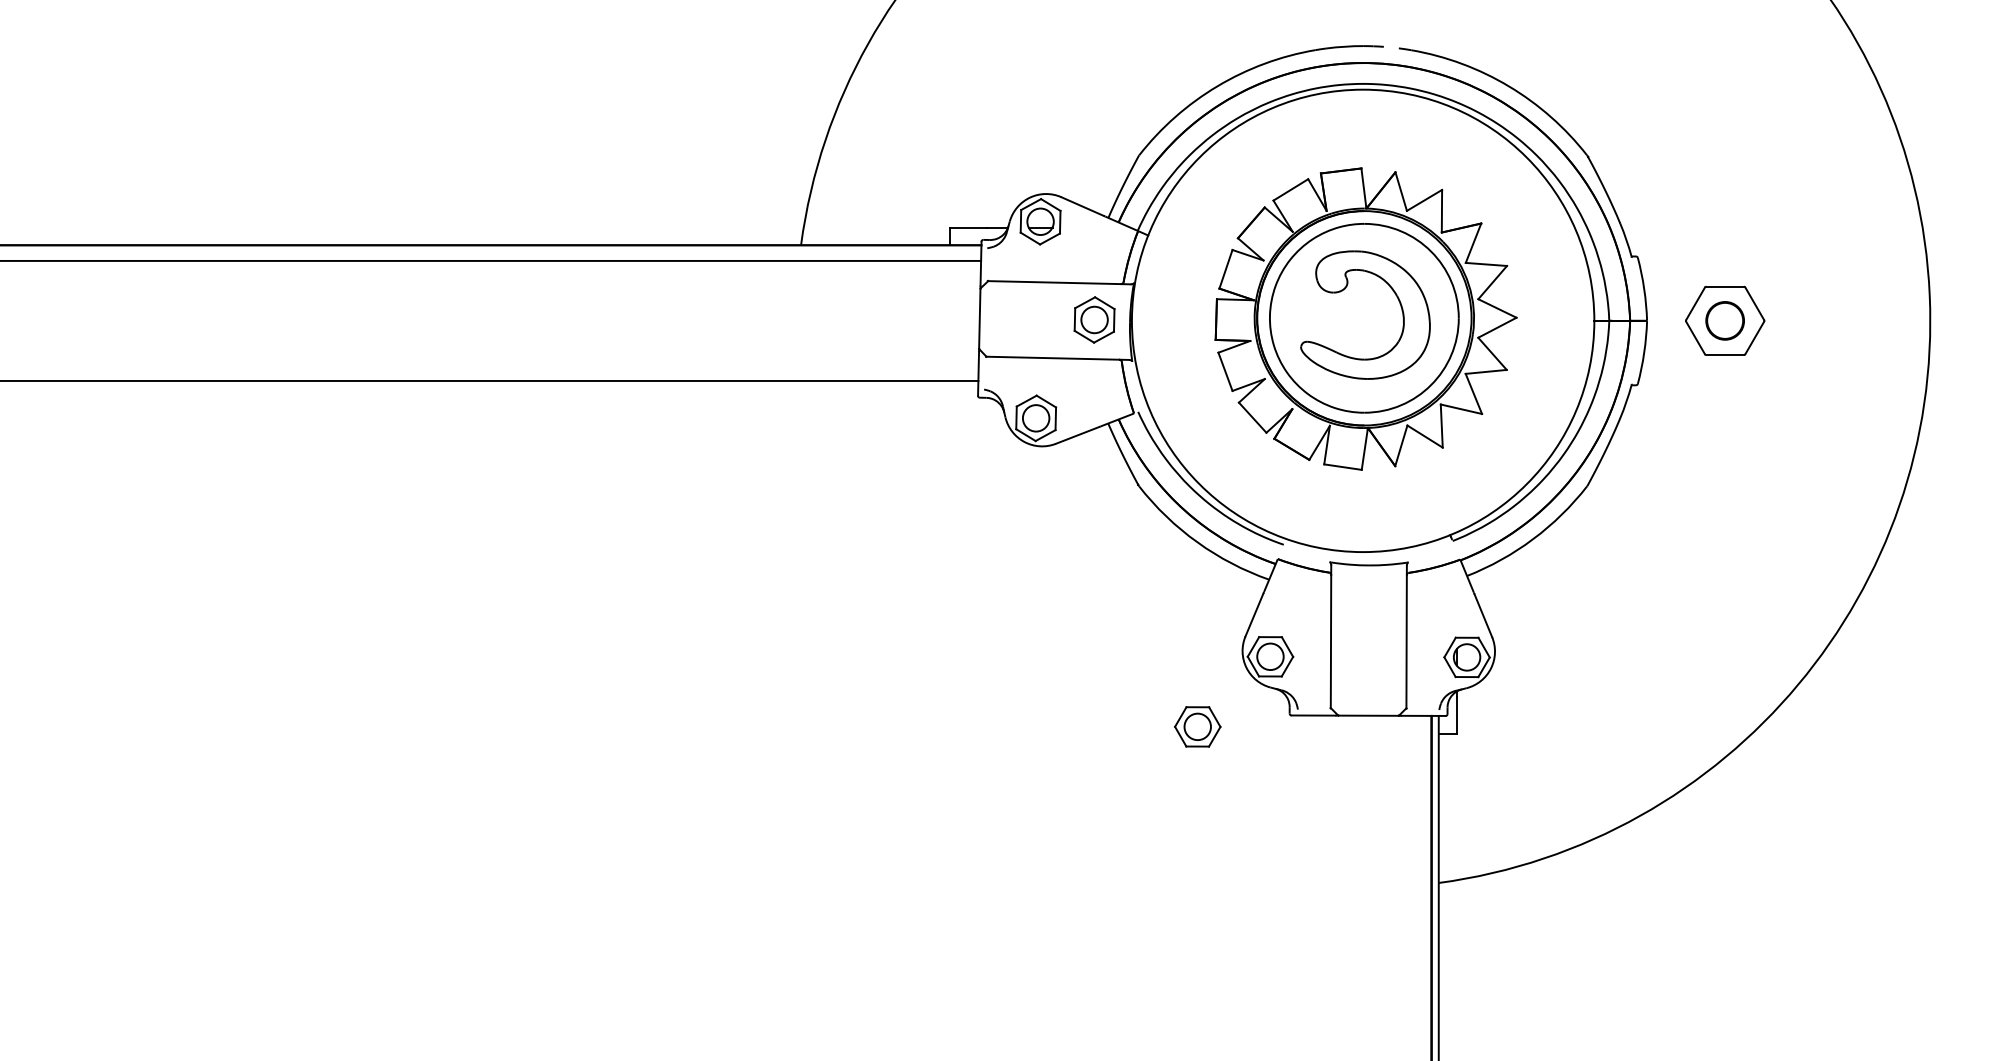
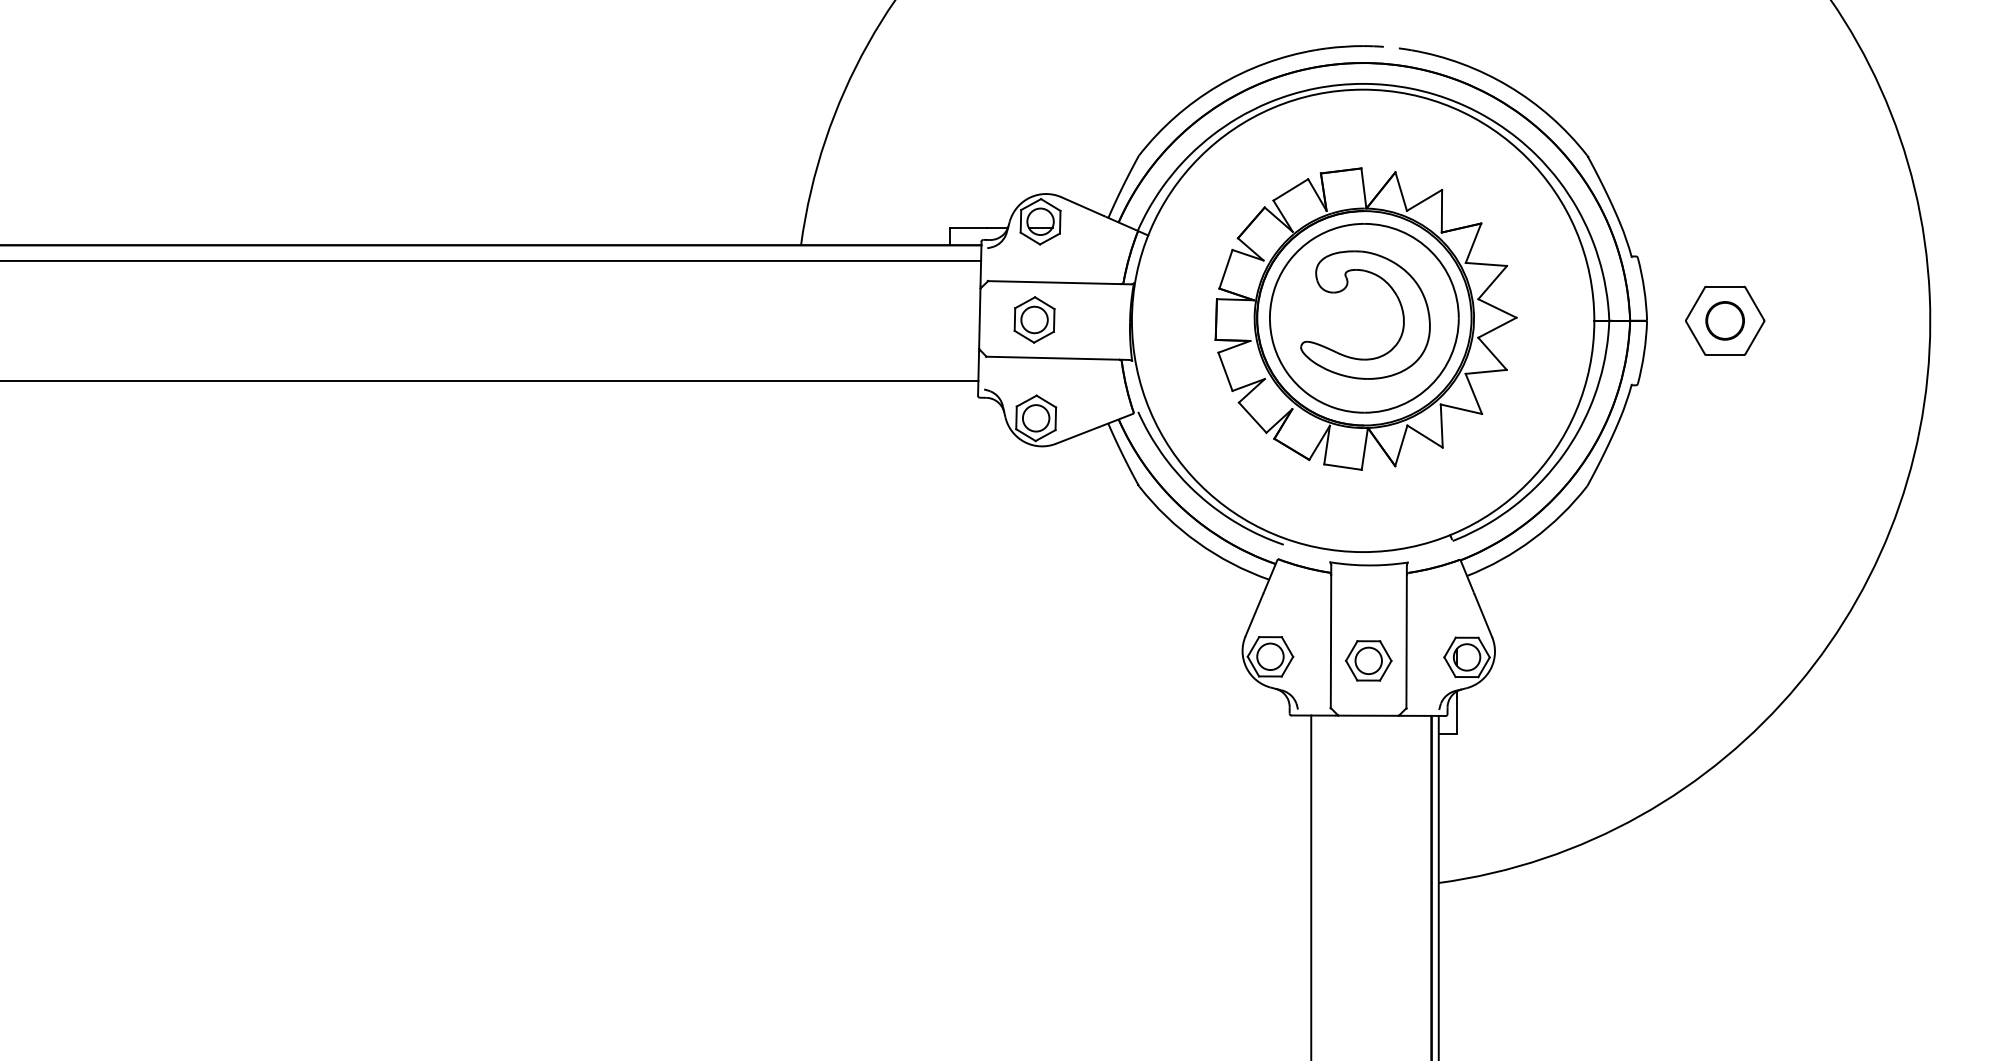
part at (1094, 319) position: (1094, 319) -> (1034, 319)
part at (1197, 726) position: (1197, 726) -> (1368, 660)
line at (1311, 886): none -> present
